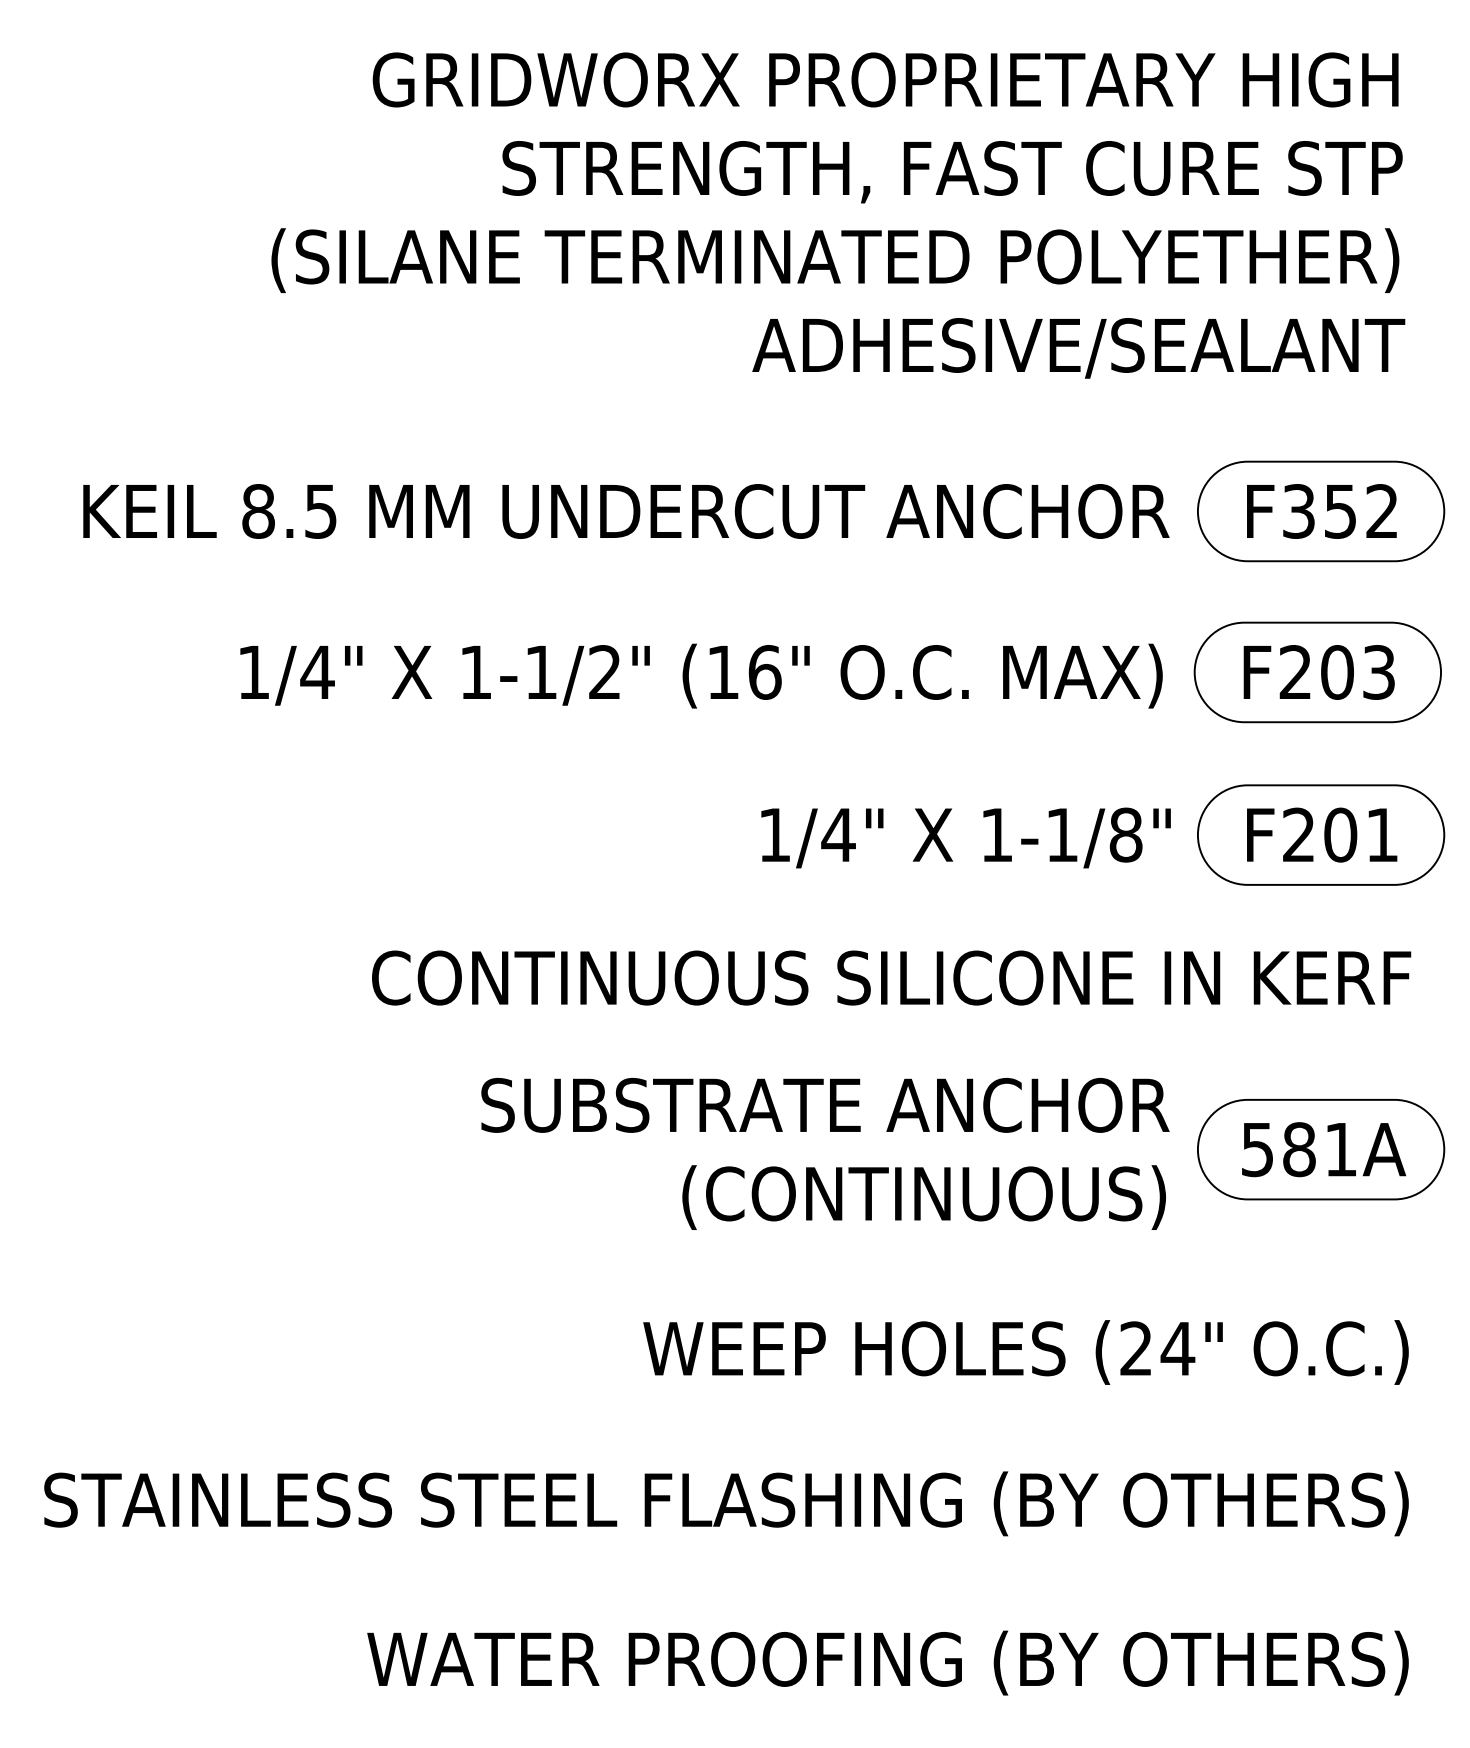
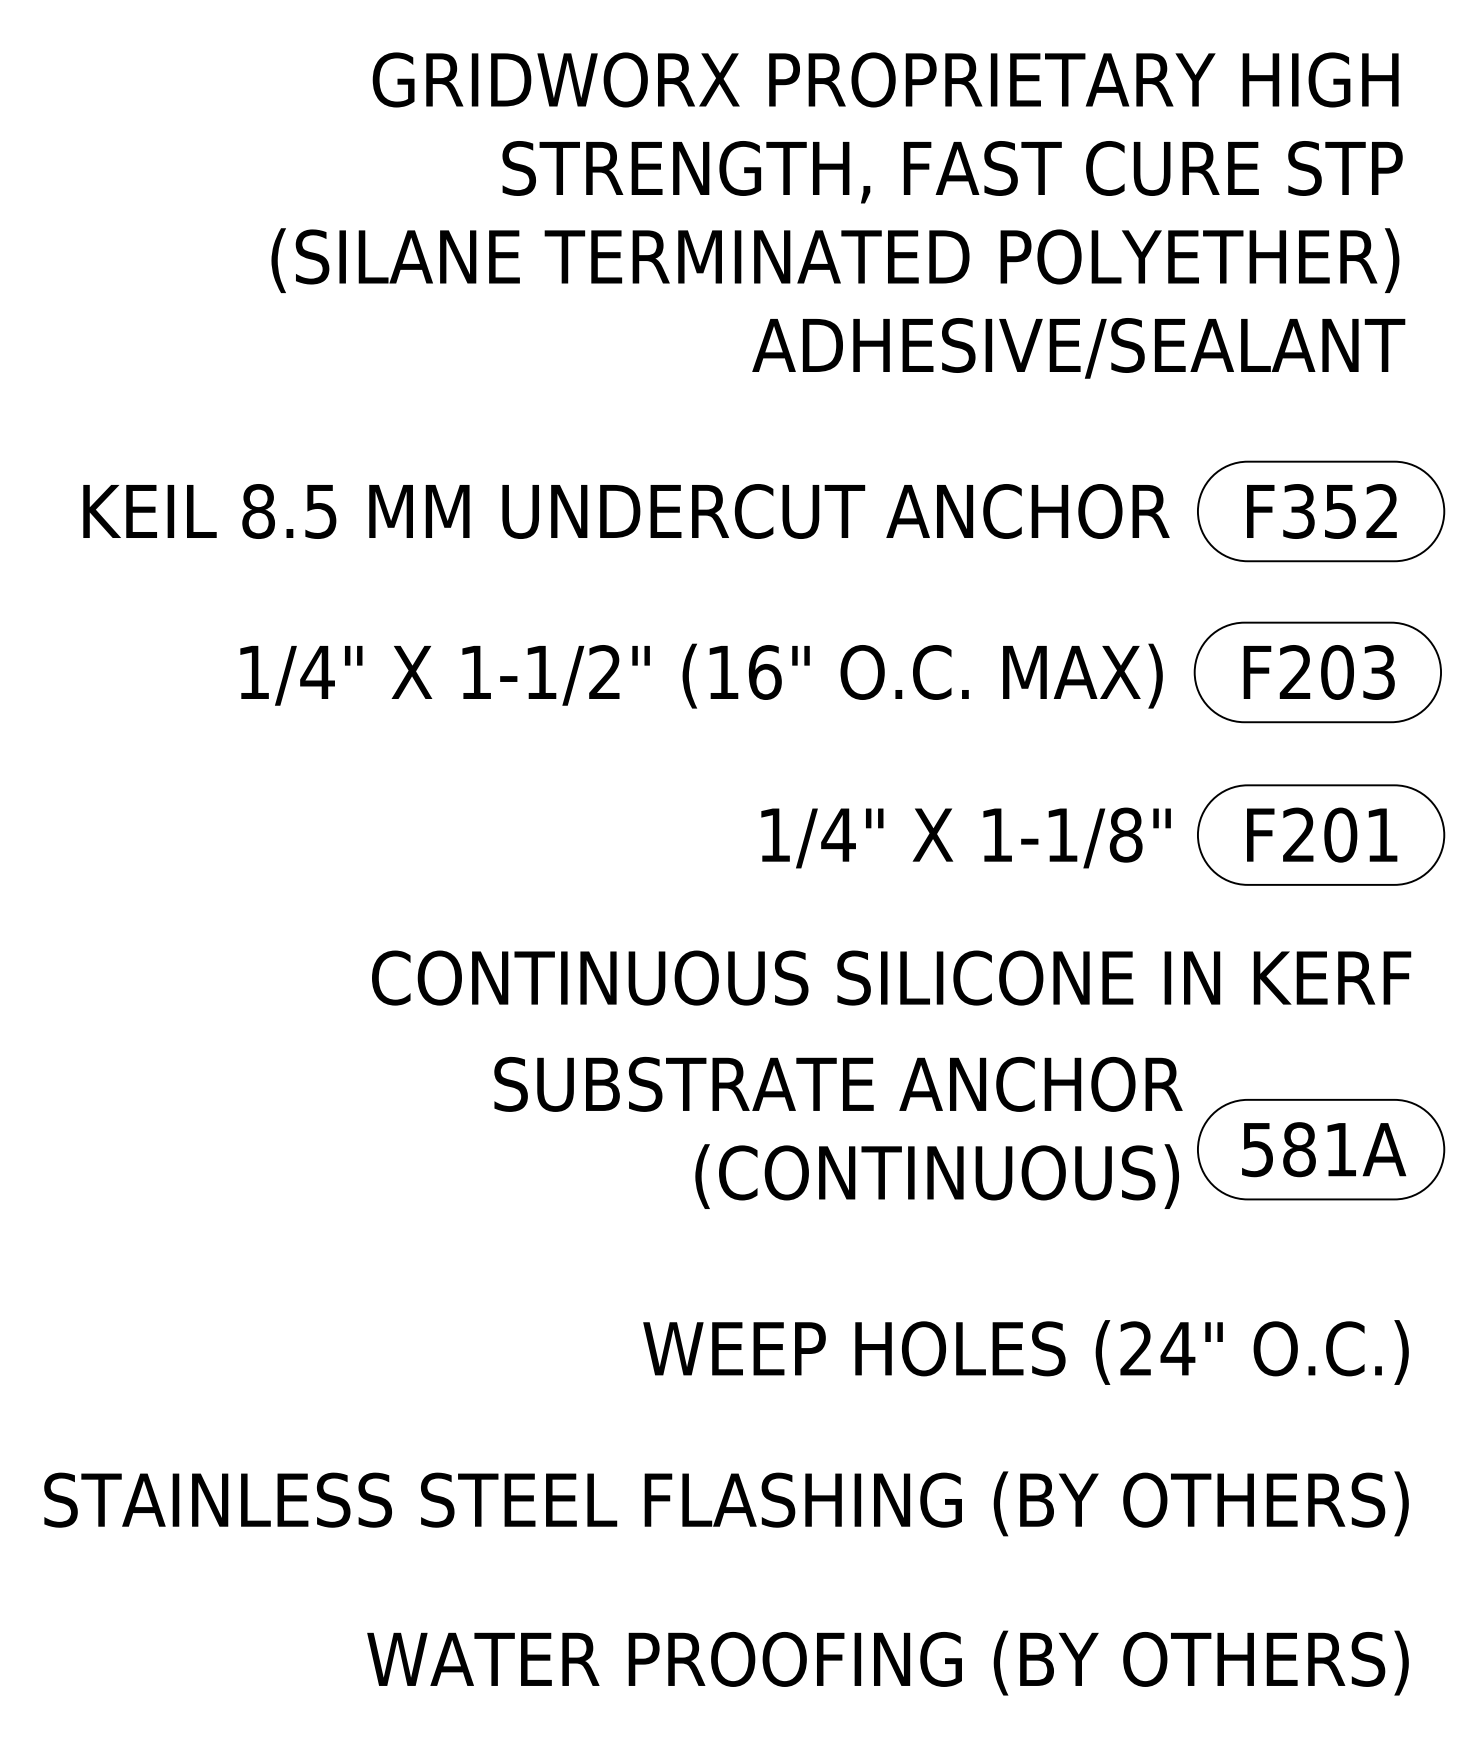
text at (825, 1153) position: (825, 1153) -> (838, 1132)
